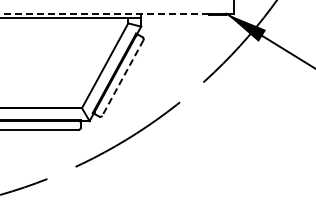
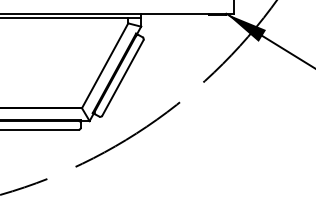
line at (104, 13): dashed -> solid
line at (122, 78): dashed -> solid
